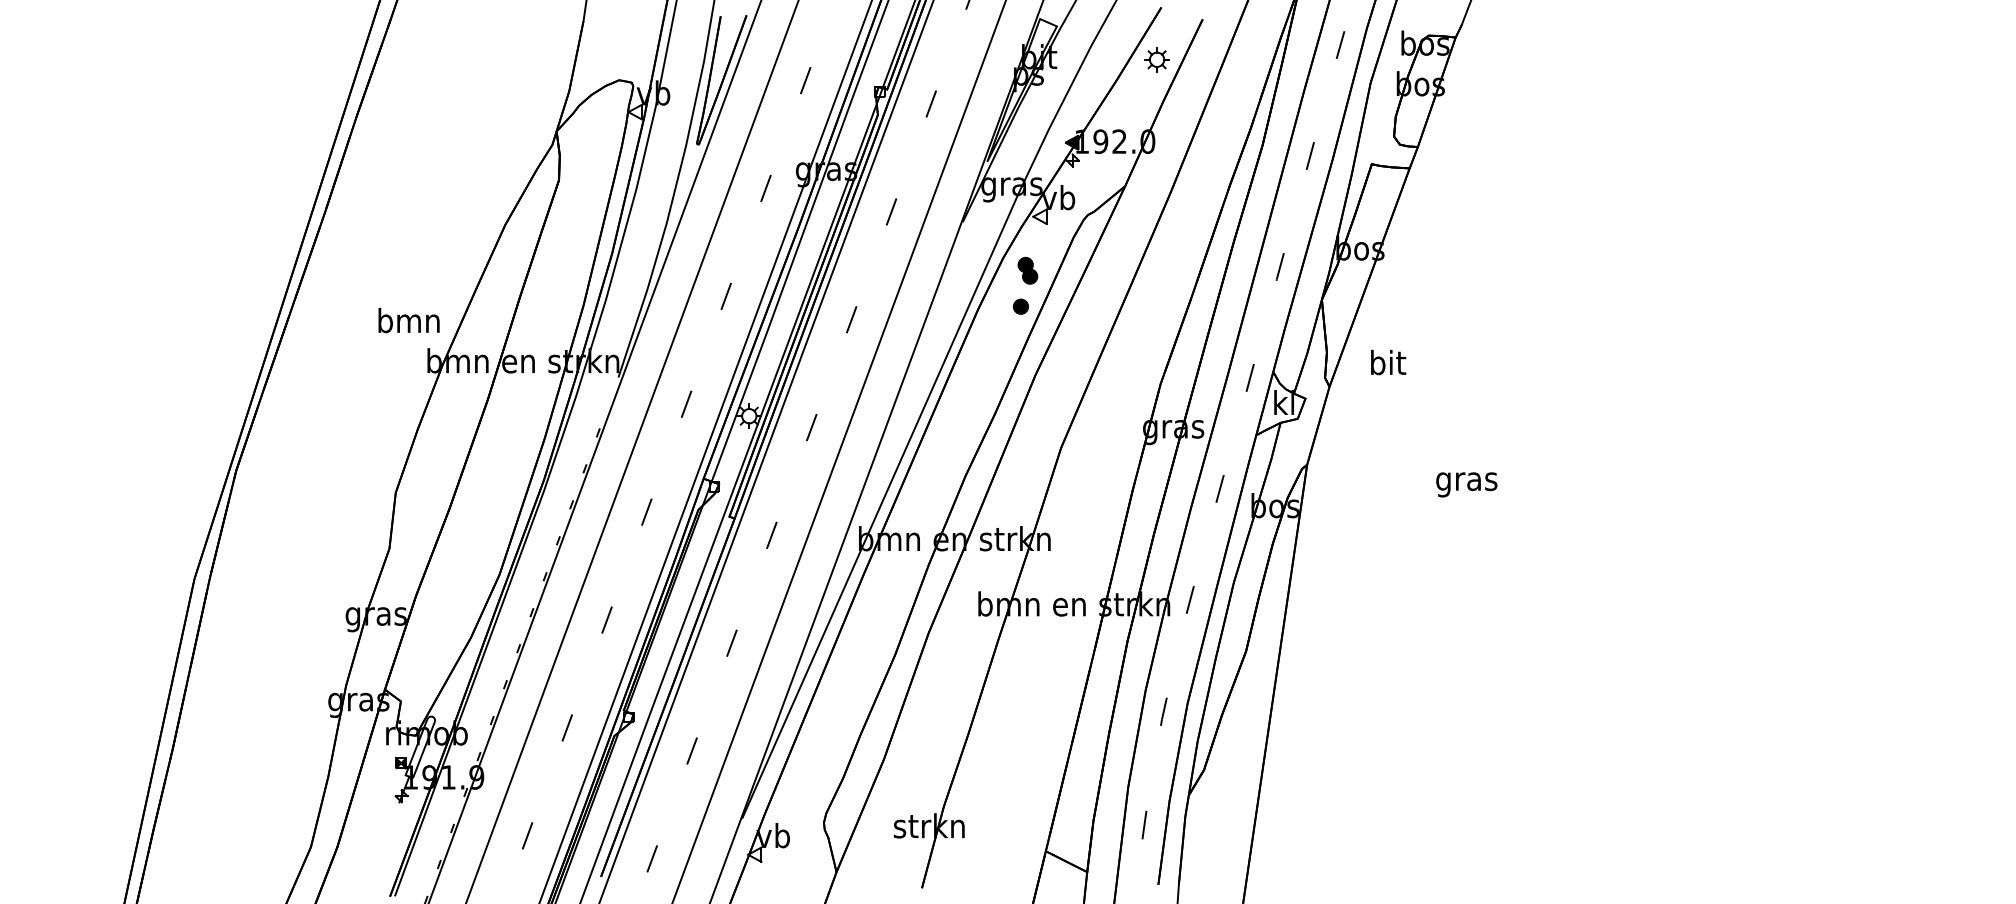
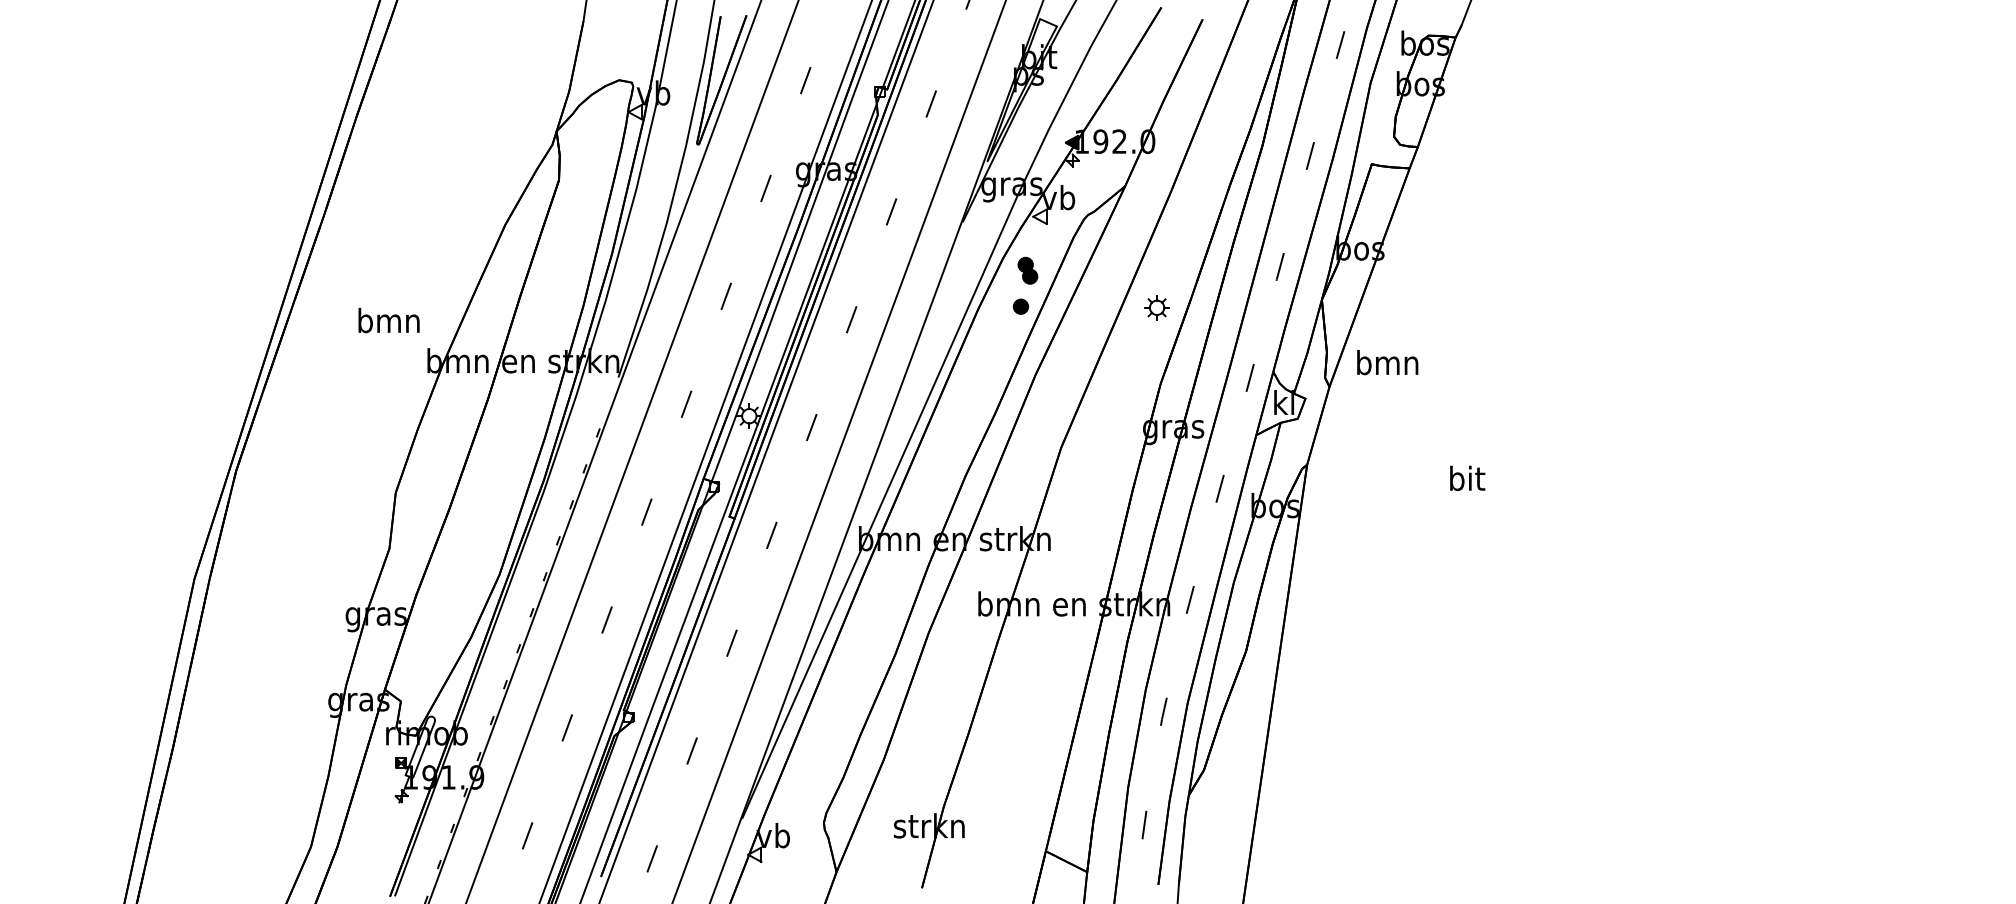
part at (1156, 59) position: (1156, 59) -> (1156, 307)
text at (408, 320) position: (408, 320) -> (388, 320)
text at (1387, 362): bit -> bmn
text at (1466, 481): gras -> bit
